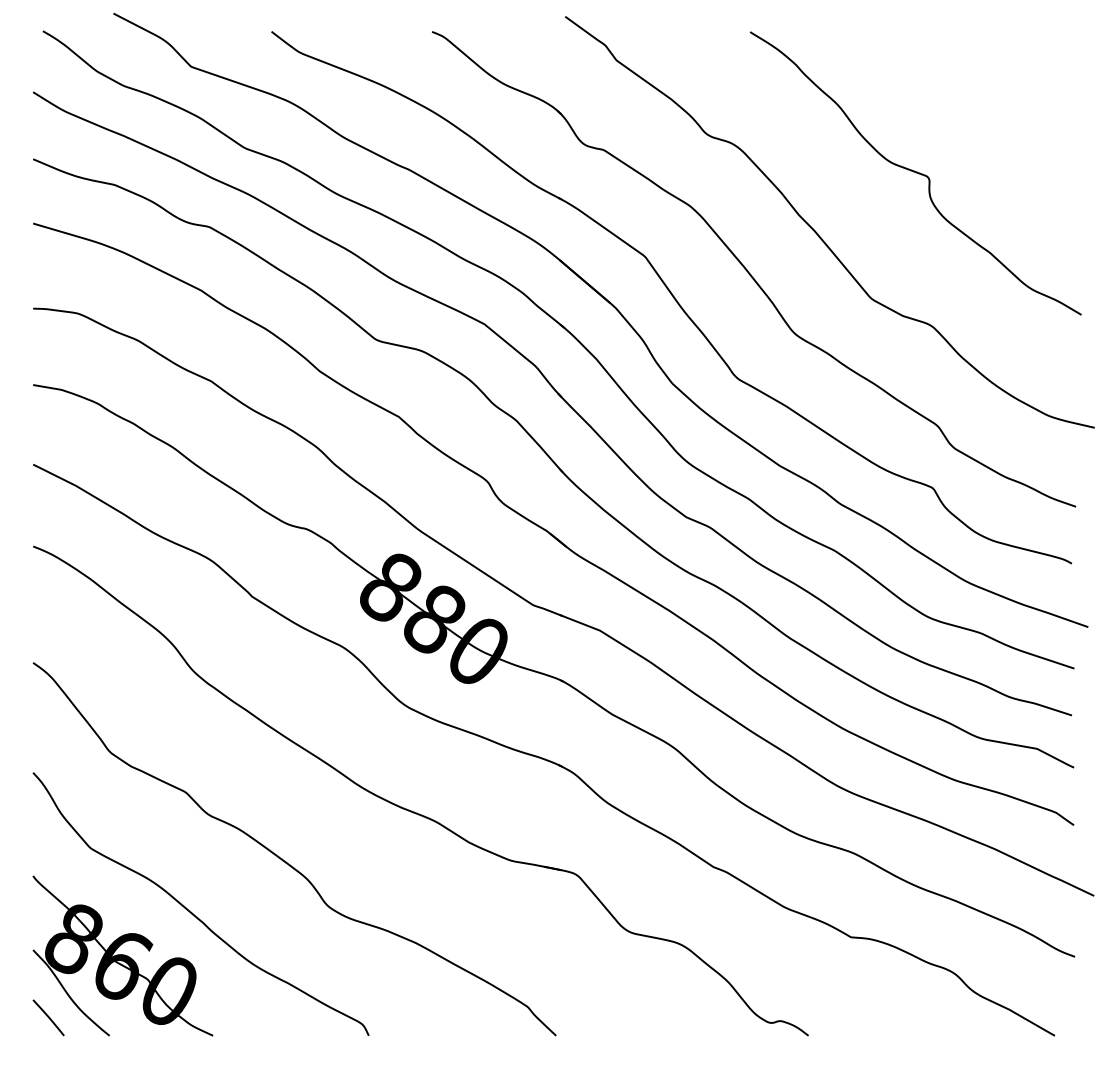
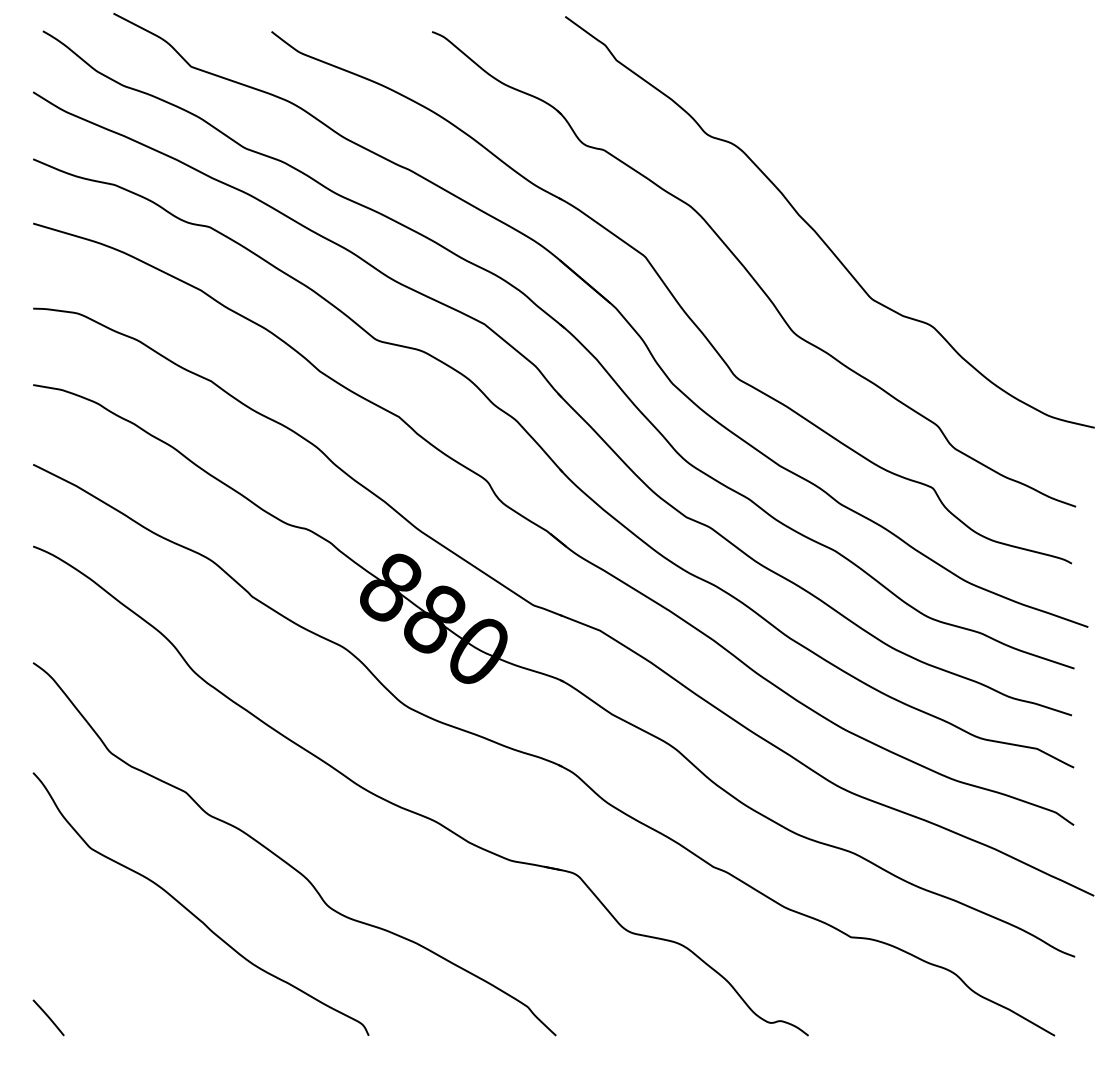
curve at (915, 172): present -> none
part at (122, 955): present -> none
